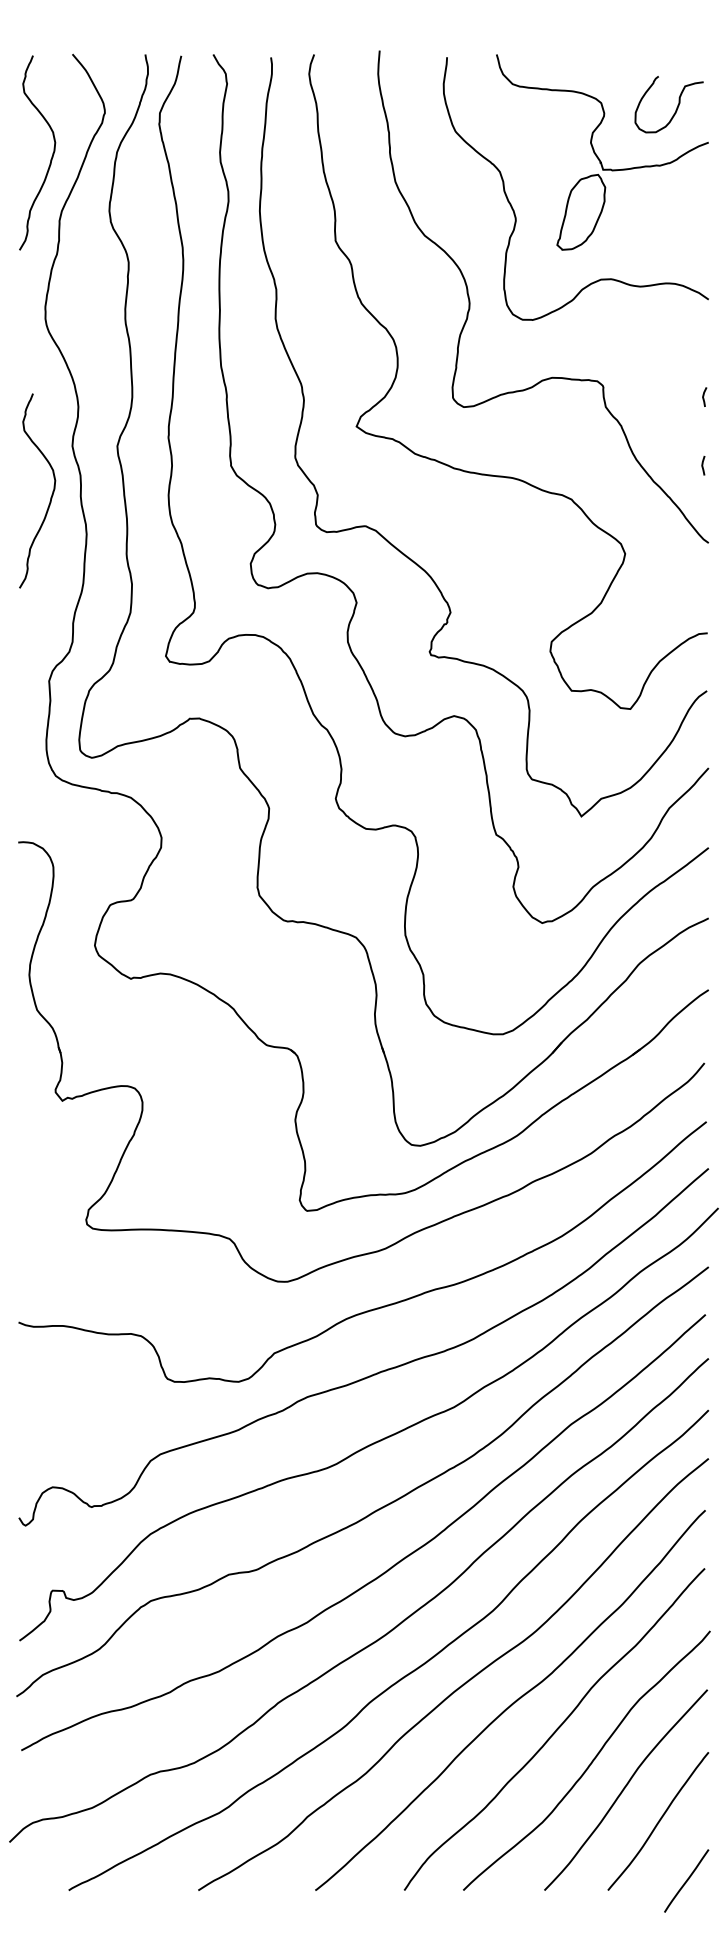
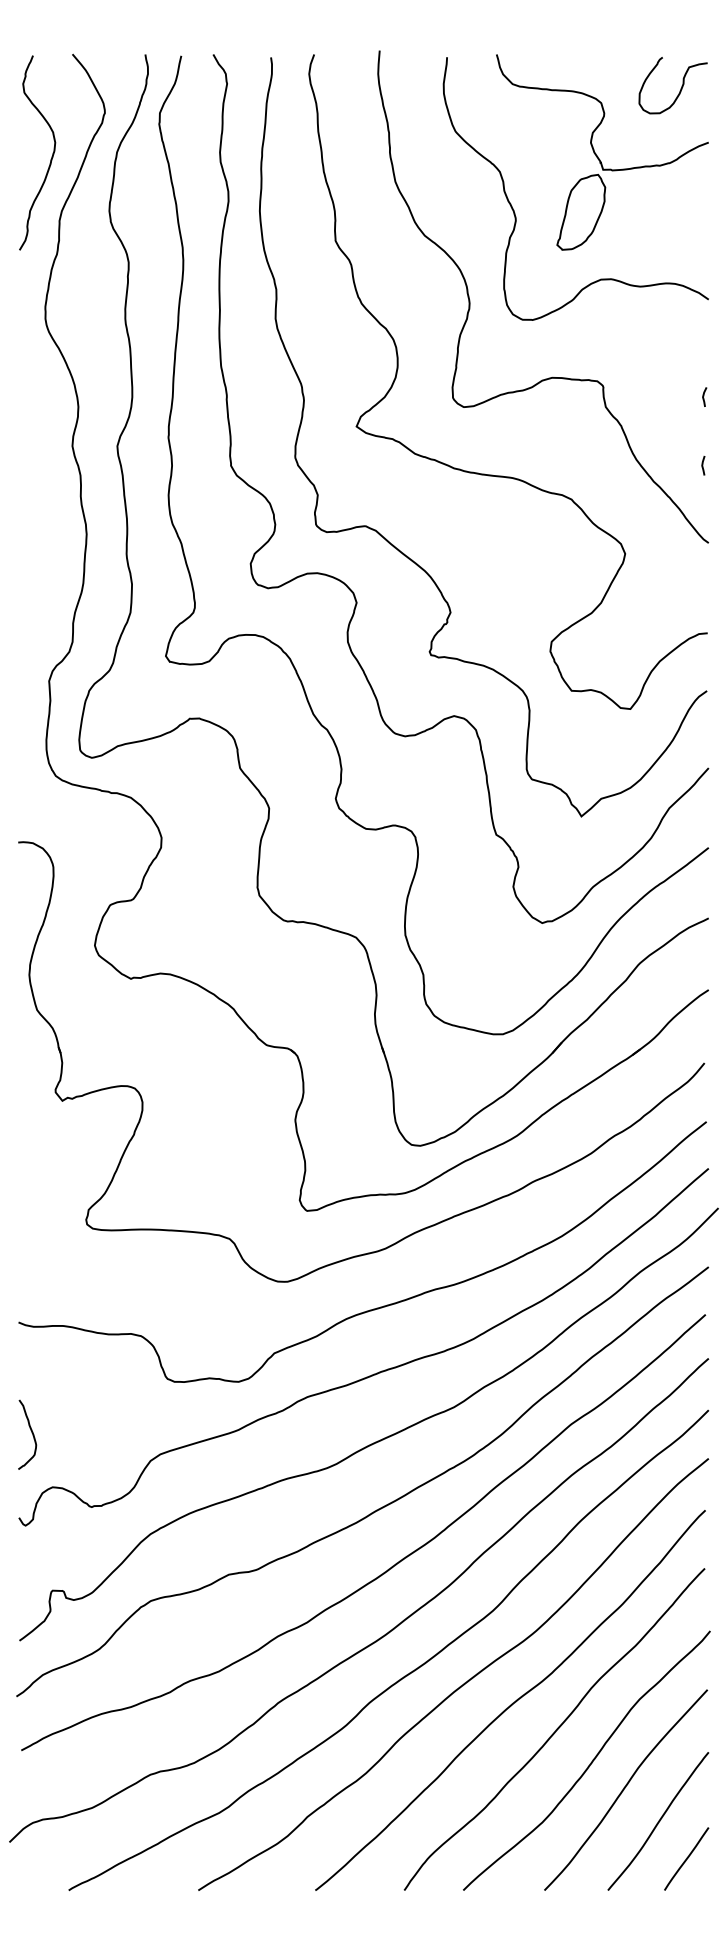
curve at (676, 107) position: (676, 107) -> (680, 88)
curve at (51, 494): present -> none
curve at (31, 1433): none -> present
line at (686, 1880) position: (686, 1880) -> (686, 1858)
